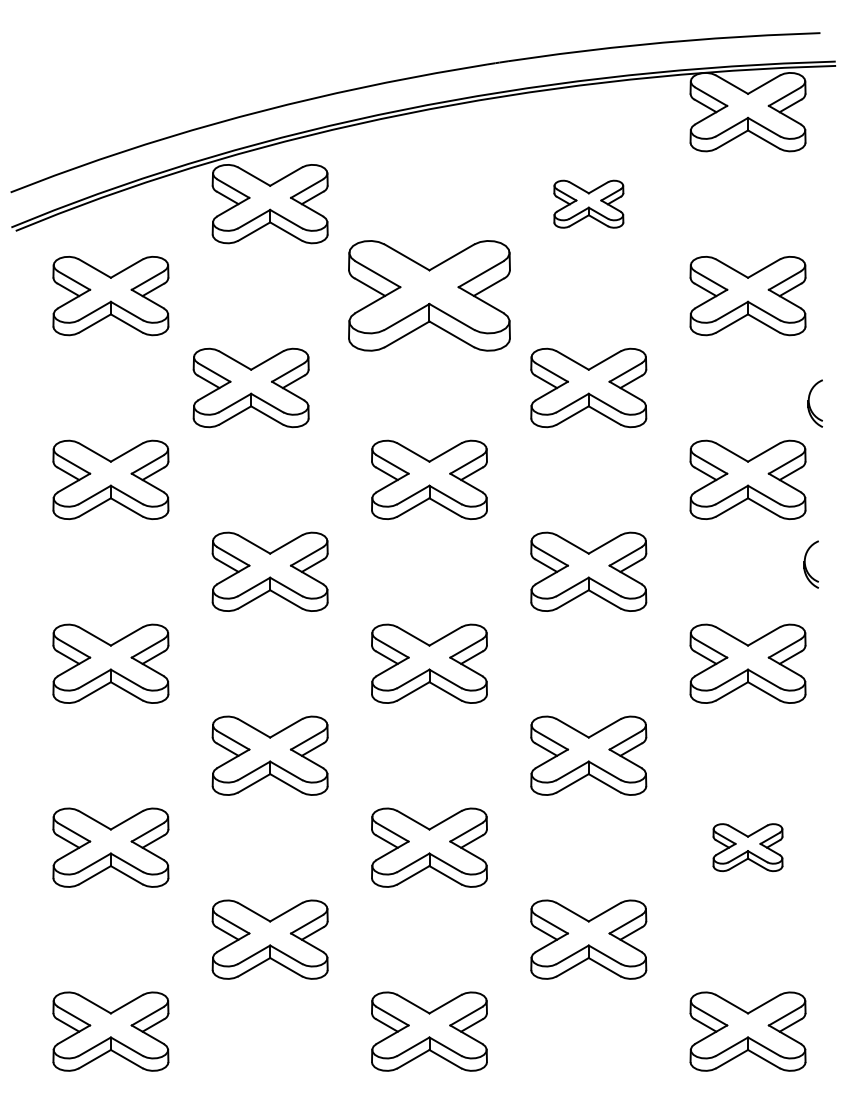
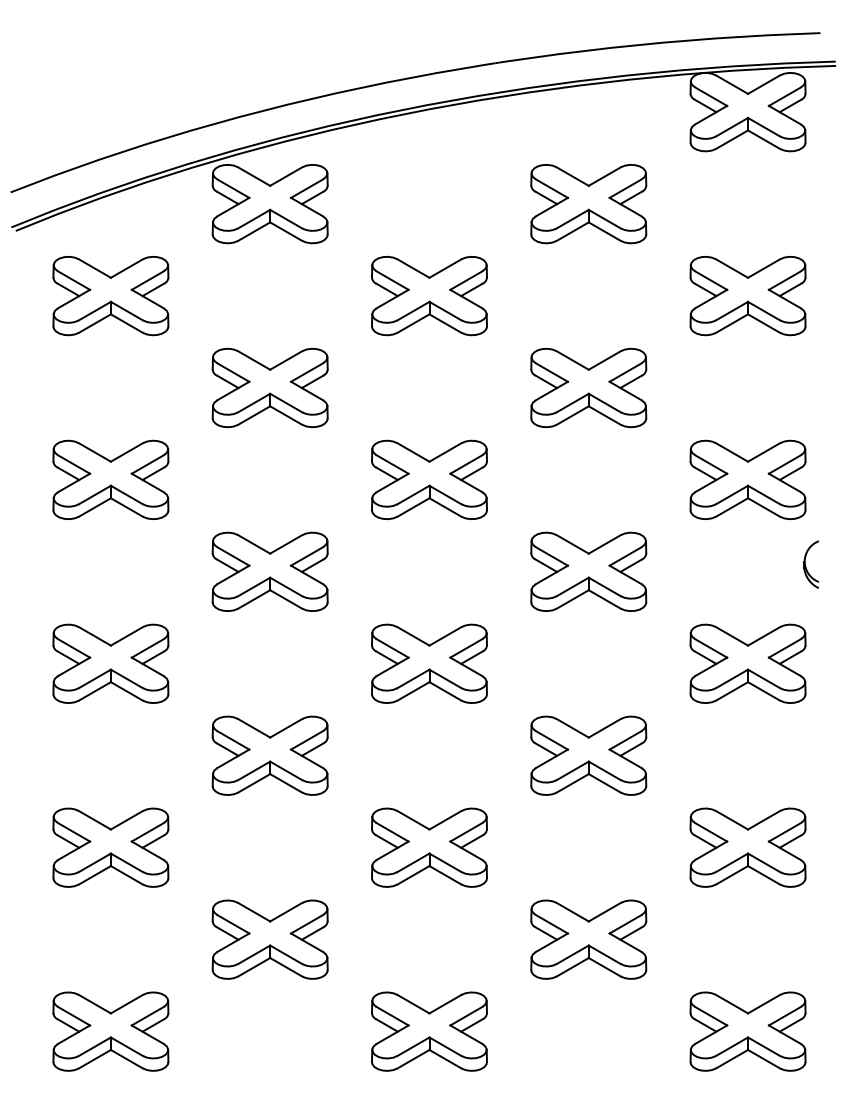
part at (588, 203) size: 72x50 px -> 118x81 px
part at (429, 295) size: 163x112 px -> 117x81 px
part at (250, 387) position: (250, 387) -> (269, 387)
part at (814, 403): present -> none
part at (747, 847) size: 72x49 px -> 118x81 px
